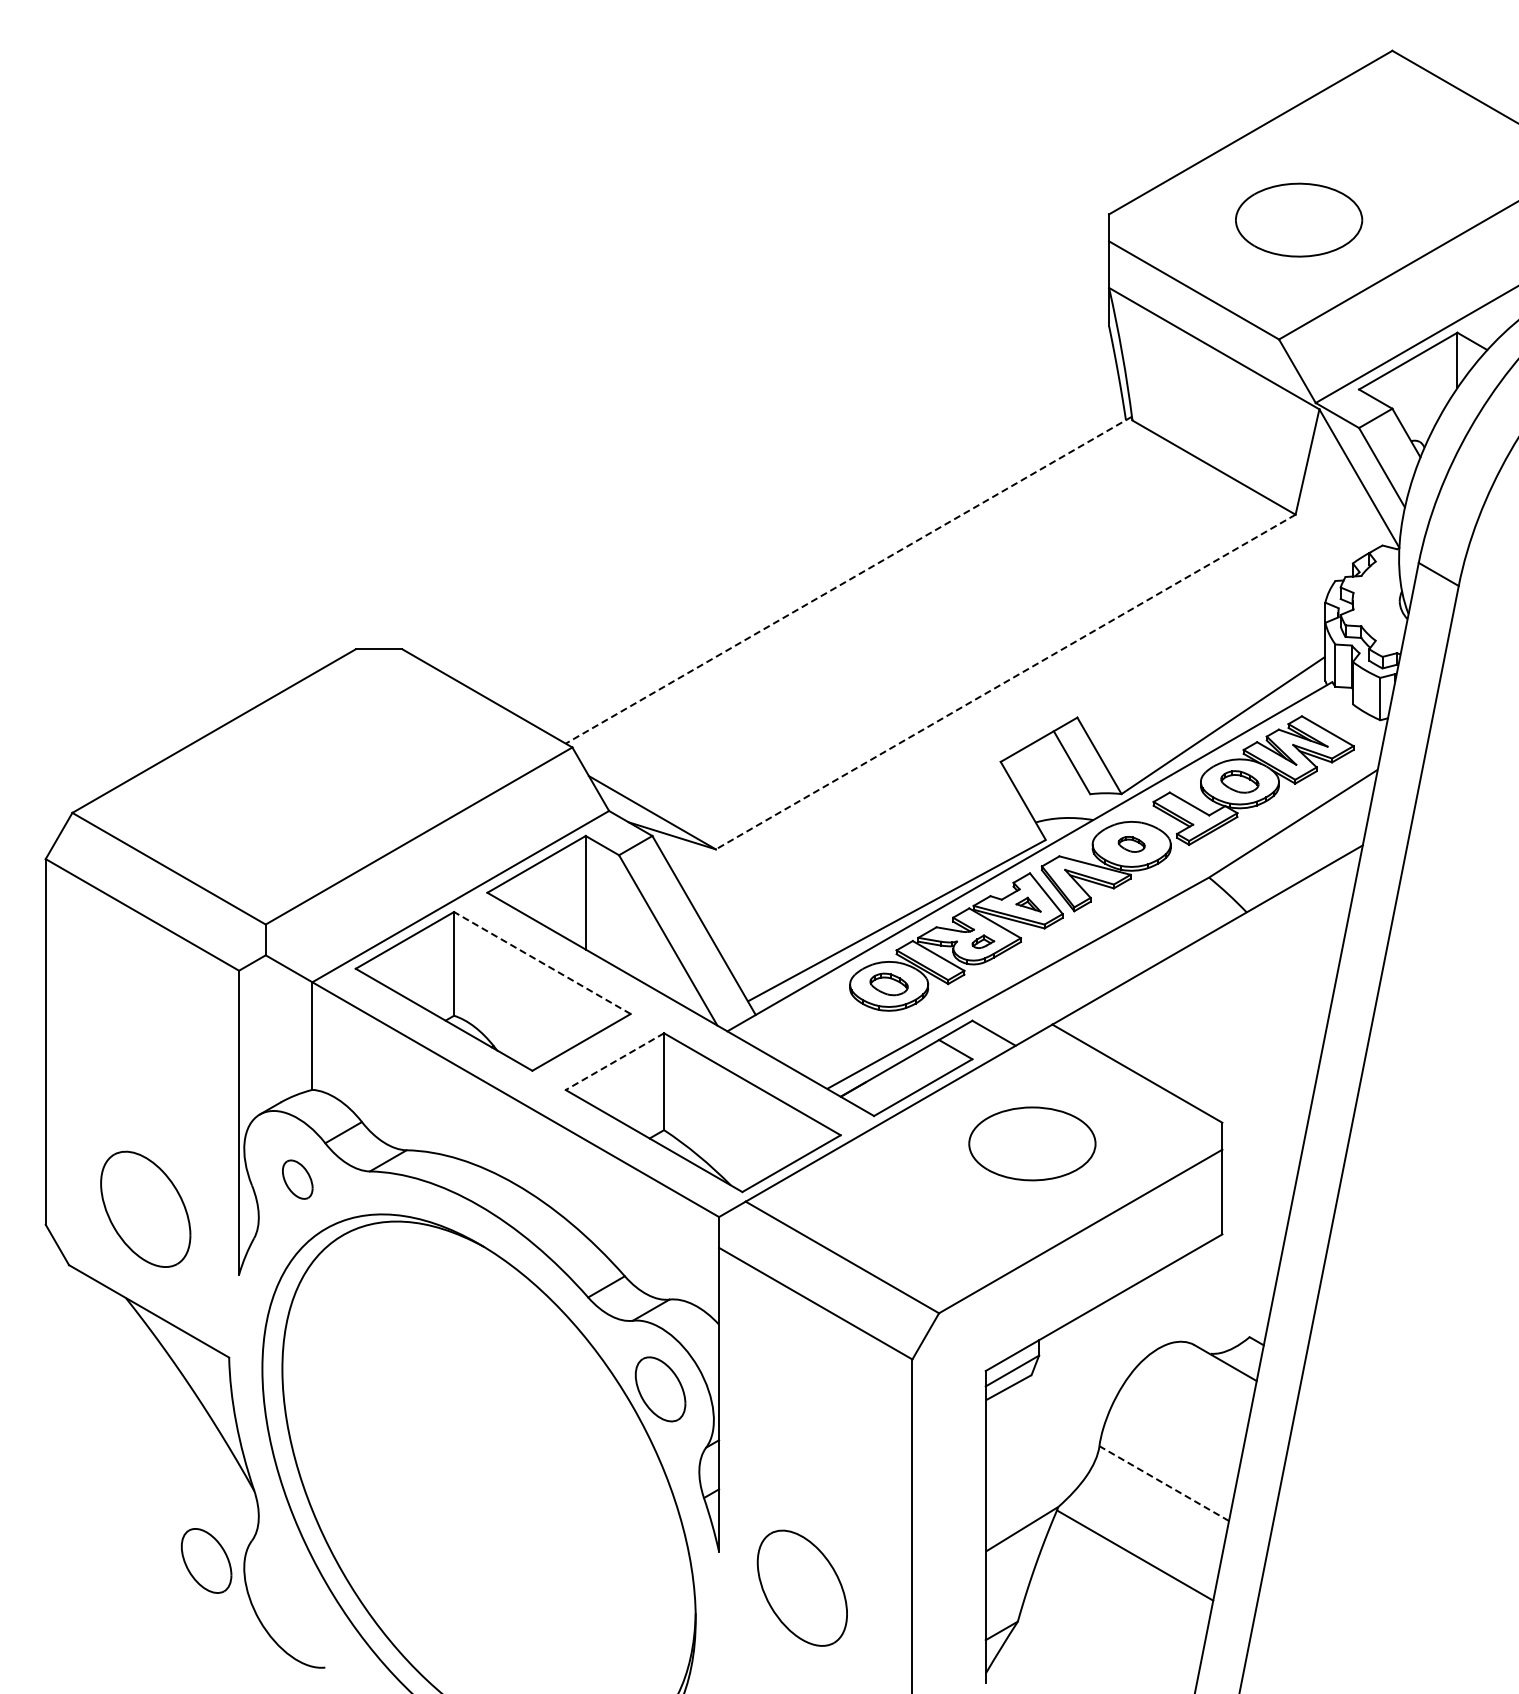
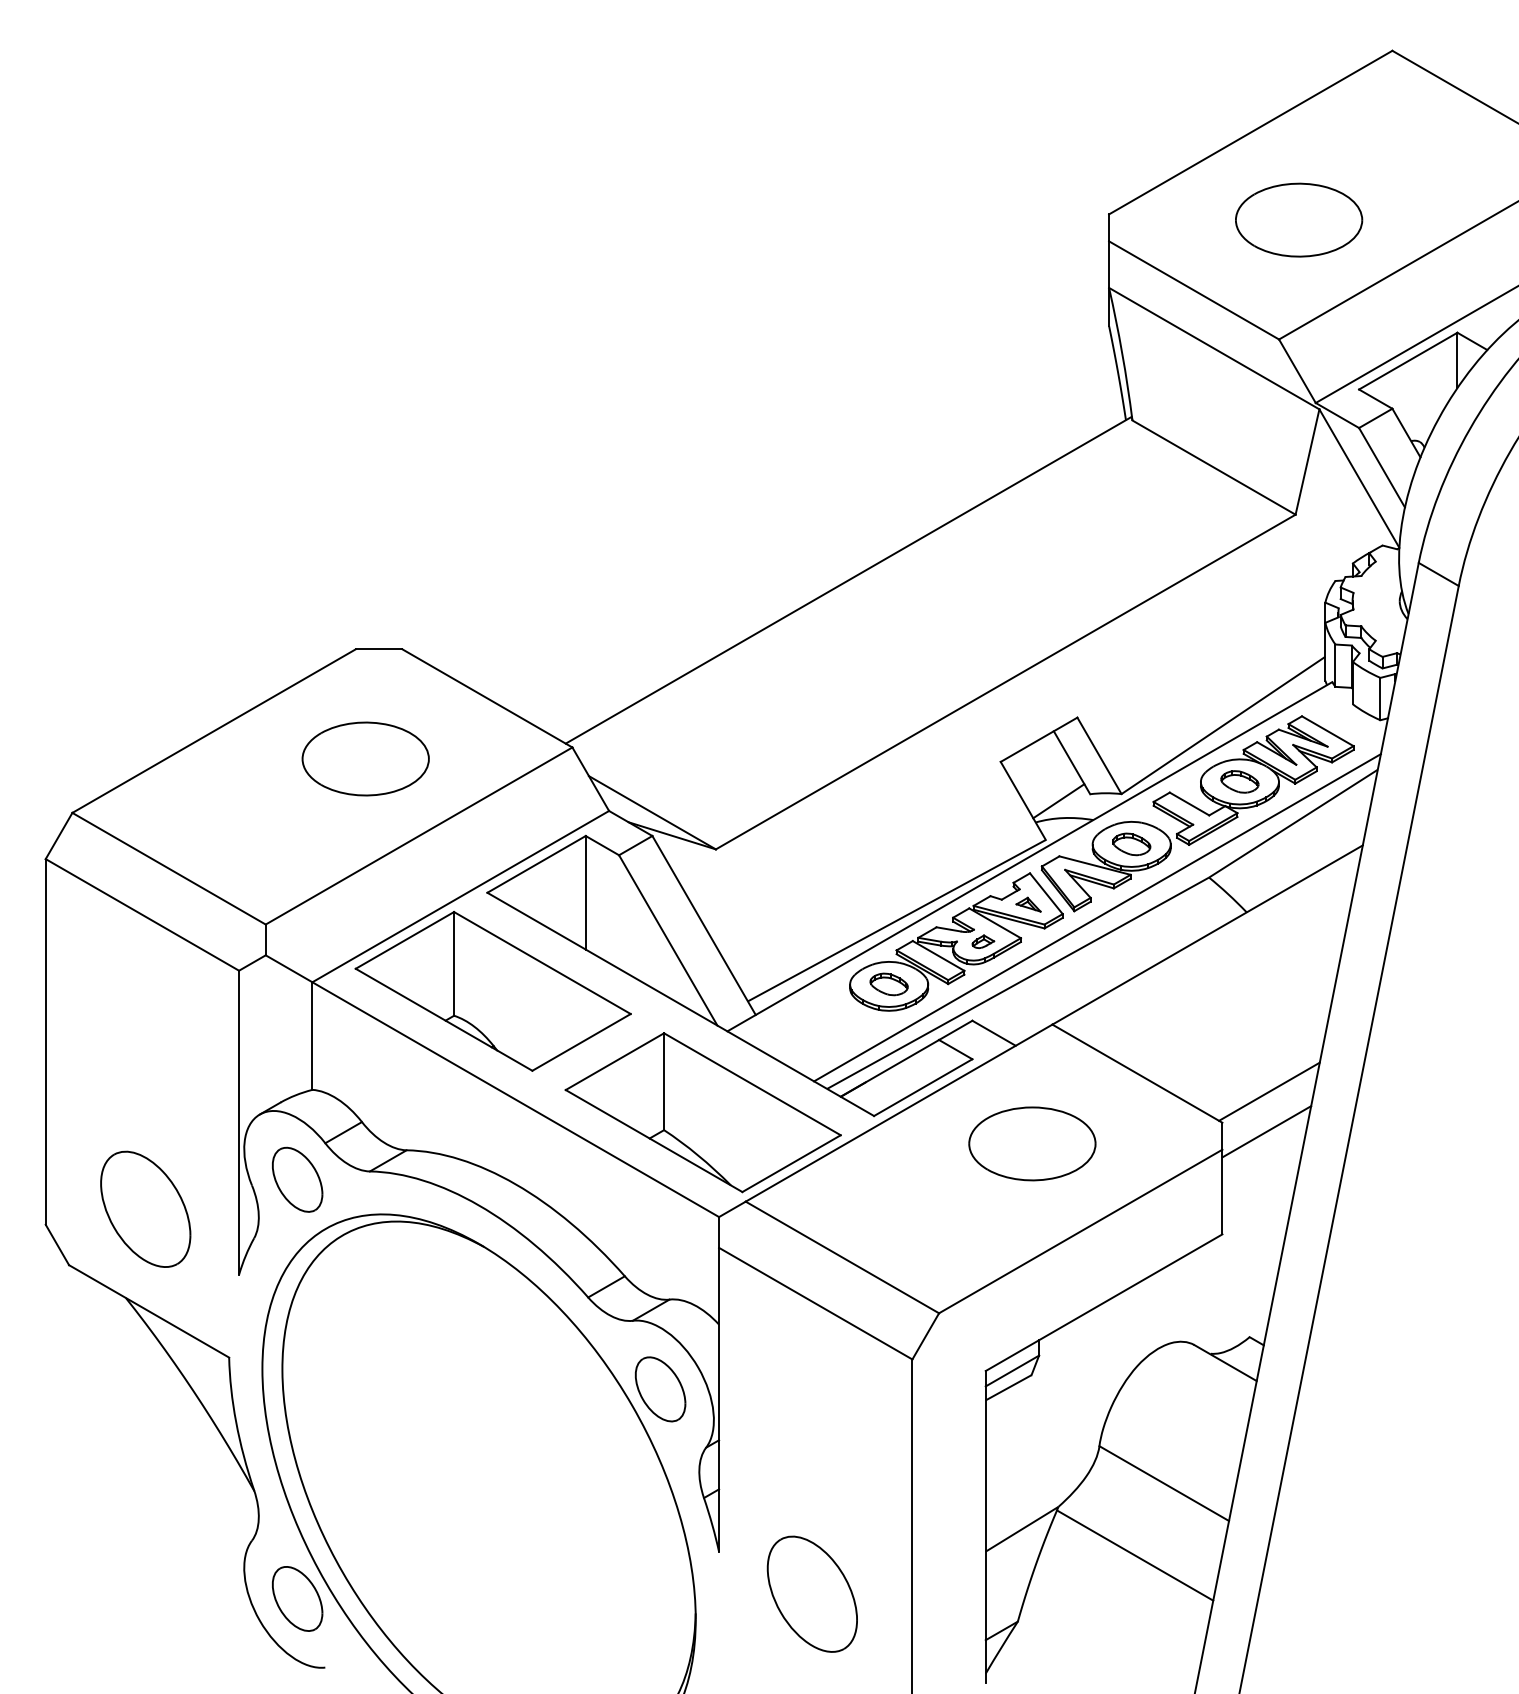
line at (848, 580): dashed -> solid
line at (1005, 682): dashed -> solid
part at (365, 758): none -> present
line at (1058, 801): none -> present
part at (1131, 844) size: 29x17 px -> 40x25 px
line at (1097, 917): none -> present
line at (542, 963): dashed -> solid
line at (614, 1061): dashed -> solid
line at (1269, 1091): none -> present
line at (1266, 1131): none -> present
part at (297, 1179) size: 32x41 px -> 52x67 px
line at (1164, 1483): dashed -> solid
part at (206, 1560) position: (206, 1560) -> (297, 1598)
part at (801, 1587) position: (801, 1587) -> (811, 1593)
